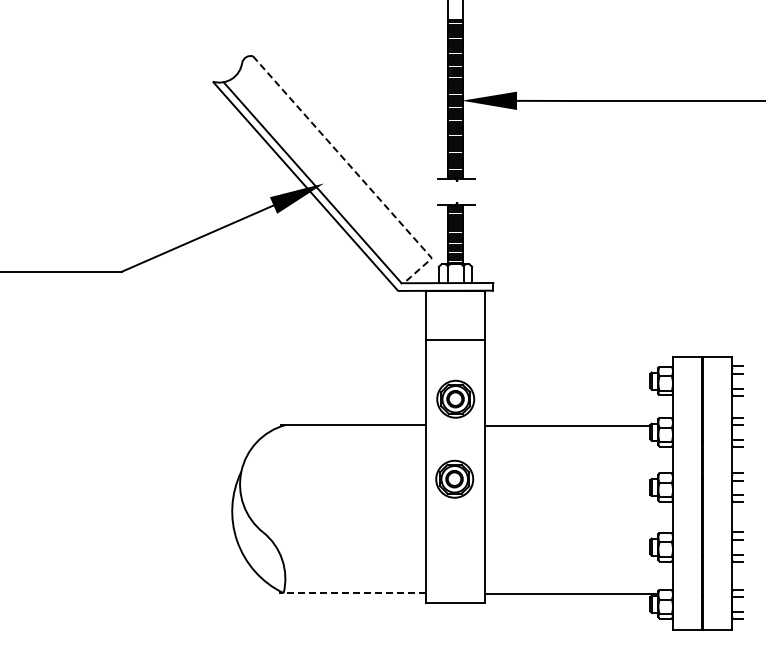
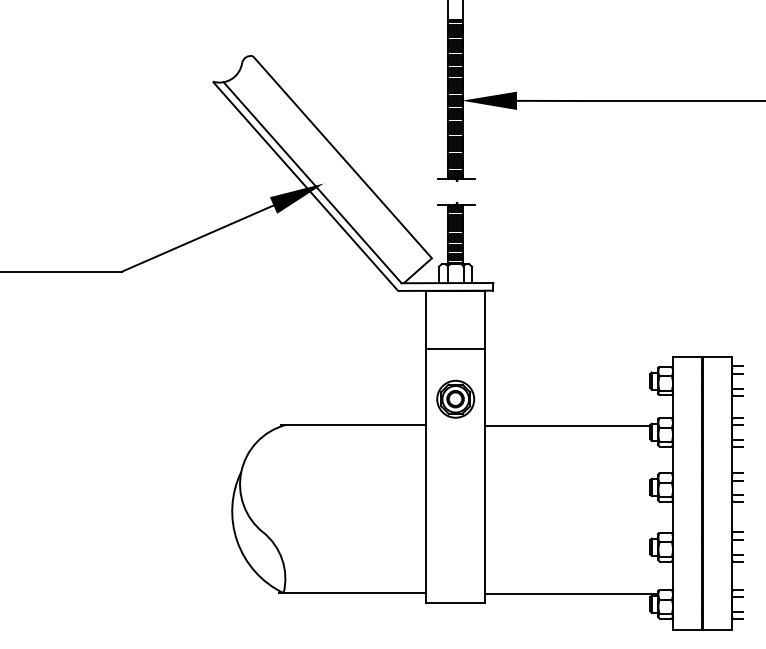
line at (355, 172): dashed -> solid
line at (454, 339) position: (454, 339) -> (454, 348)
part at (454, 478): present -> none
line at (351, 593): dashed -> solid
